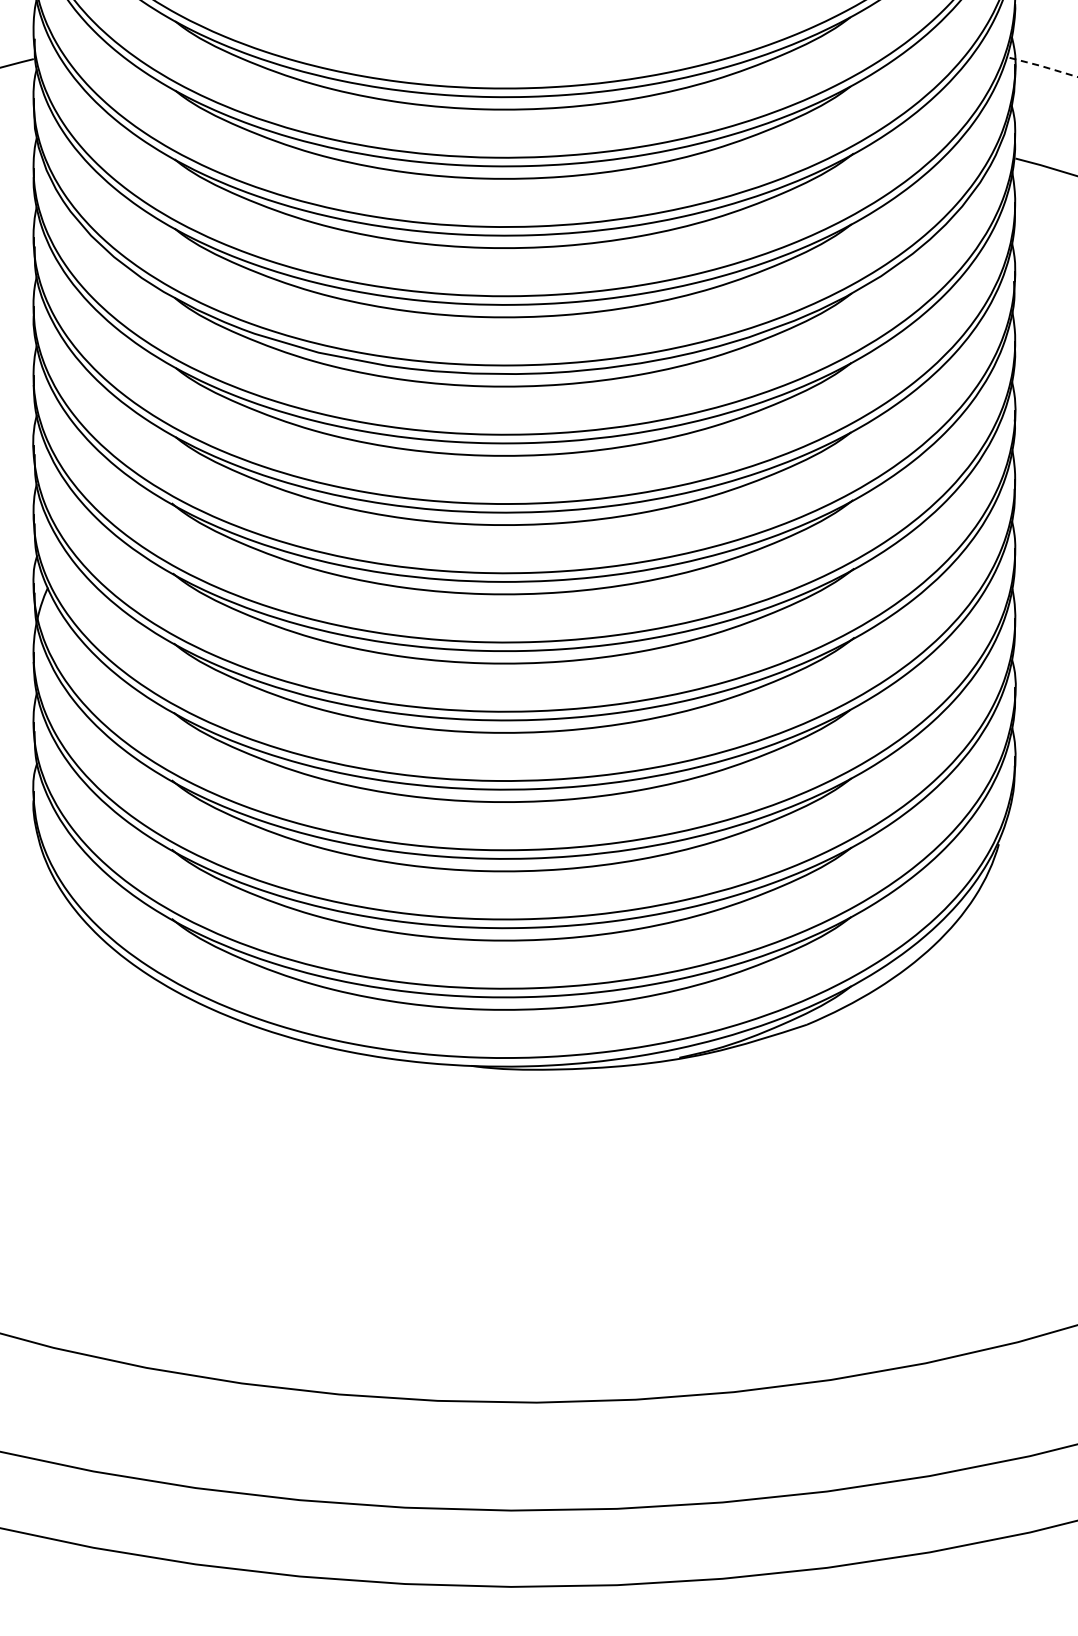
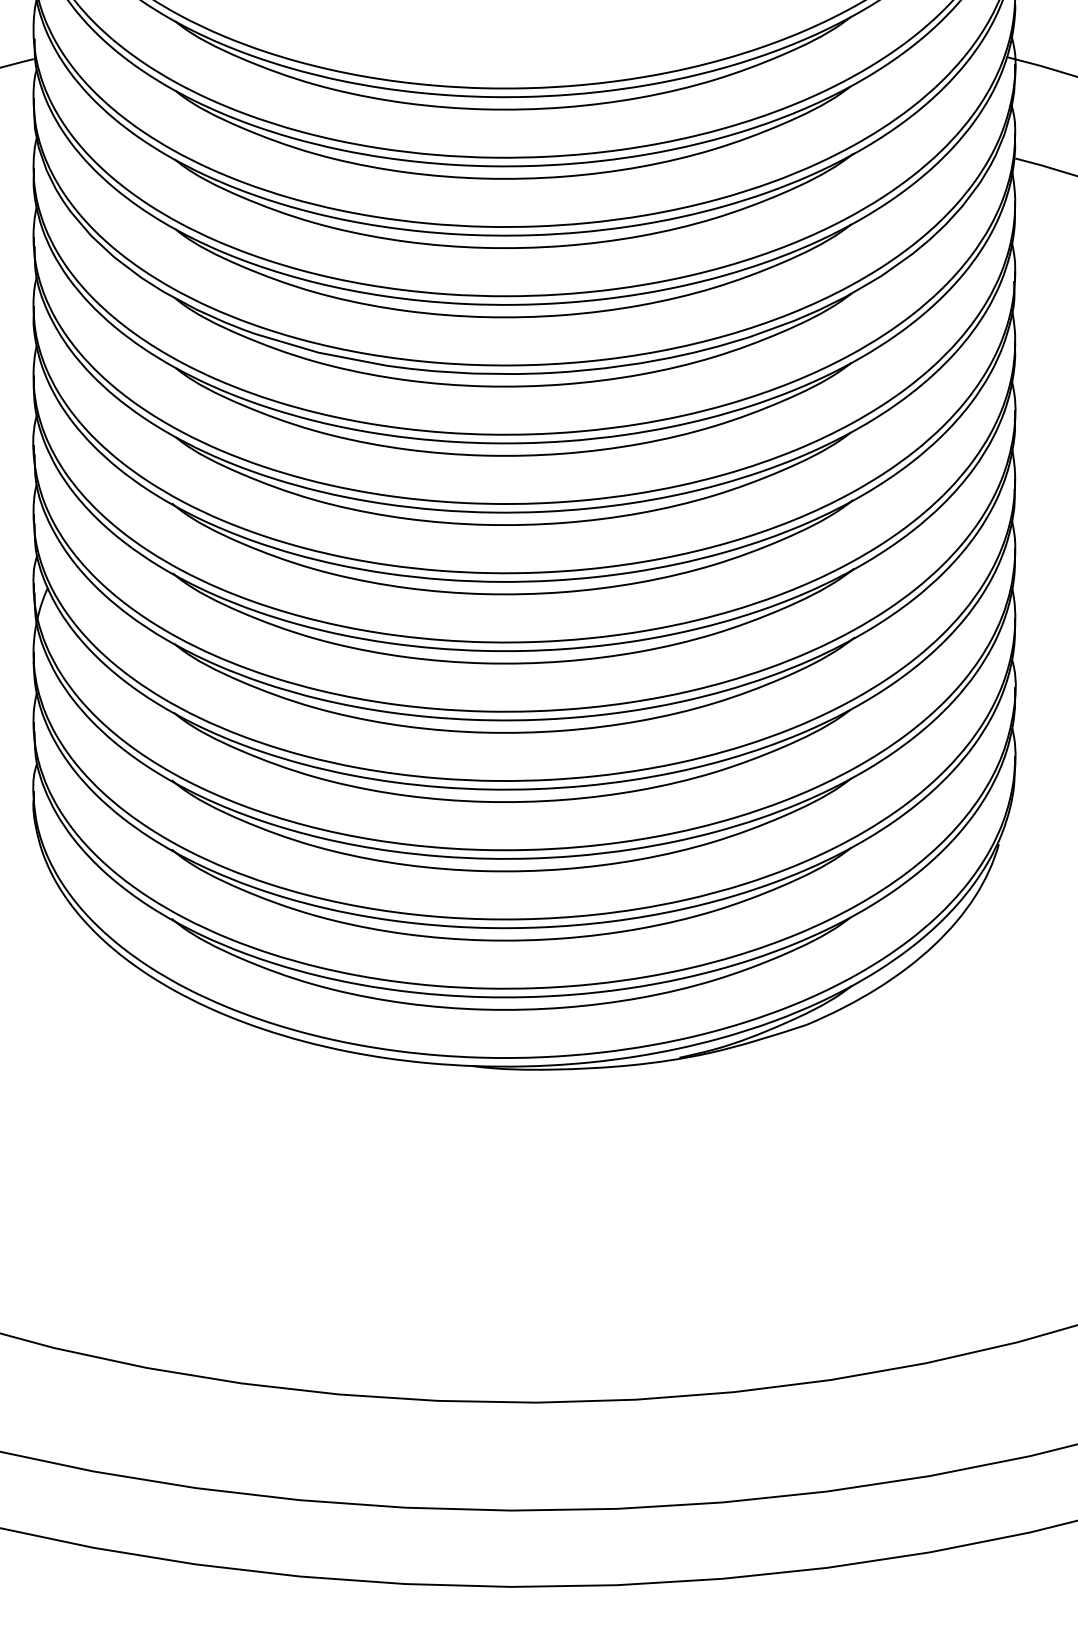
line at (1042, 66): dashed -> solid
